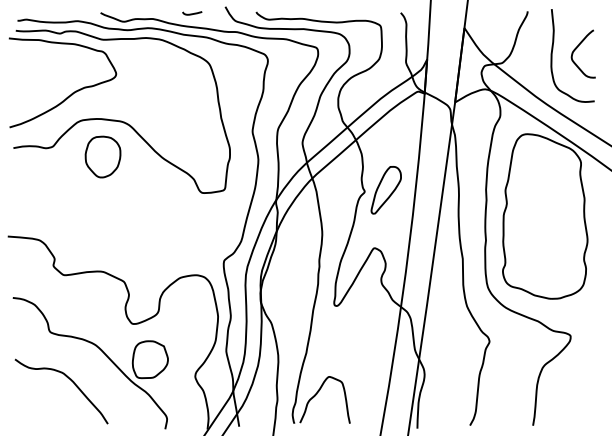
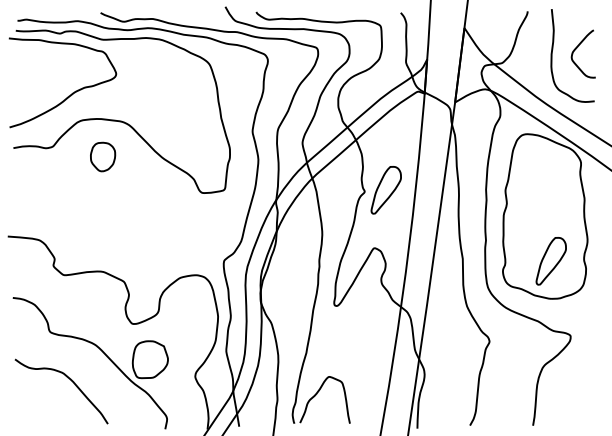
curve at (192, 13): present -> none
part at (102, 156) size: 38x44 px -> 27x32 px
part at (550, 261): none -> present
